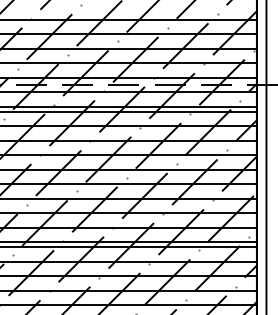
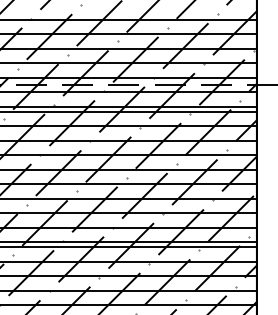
line at (266, 156): present -> none
